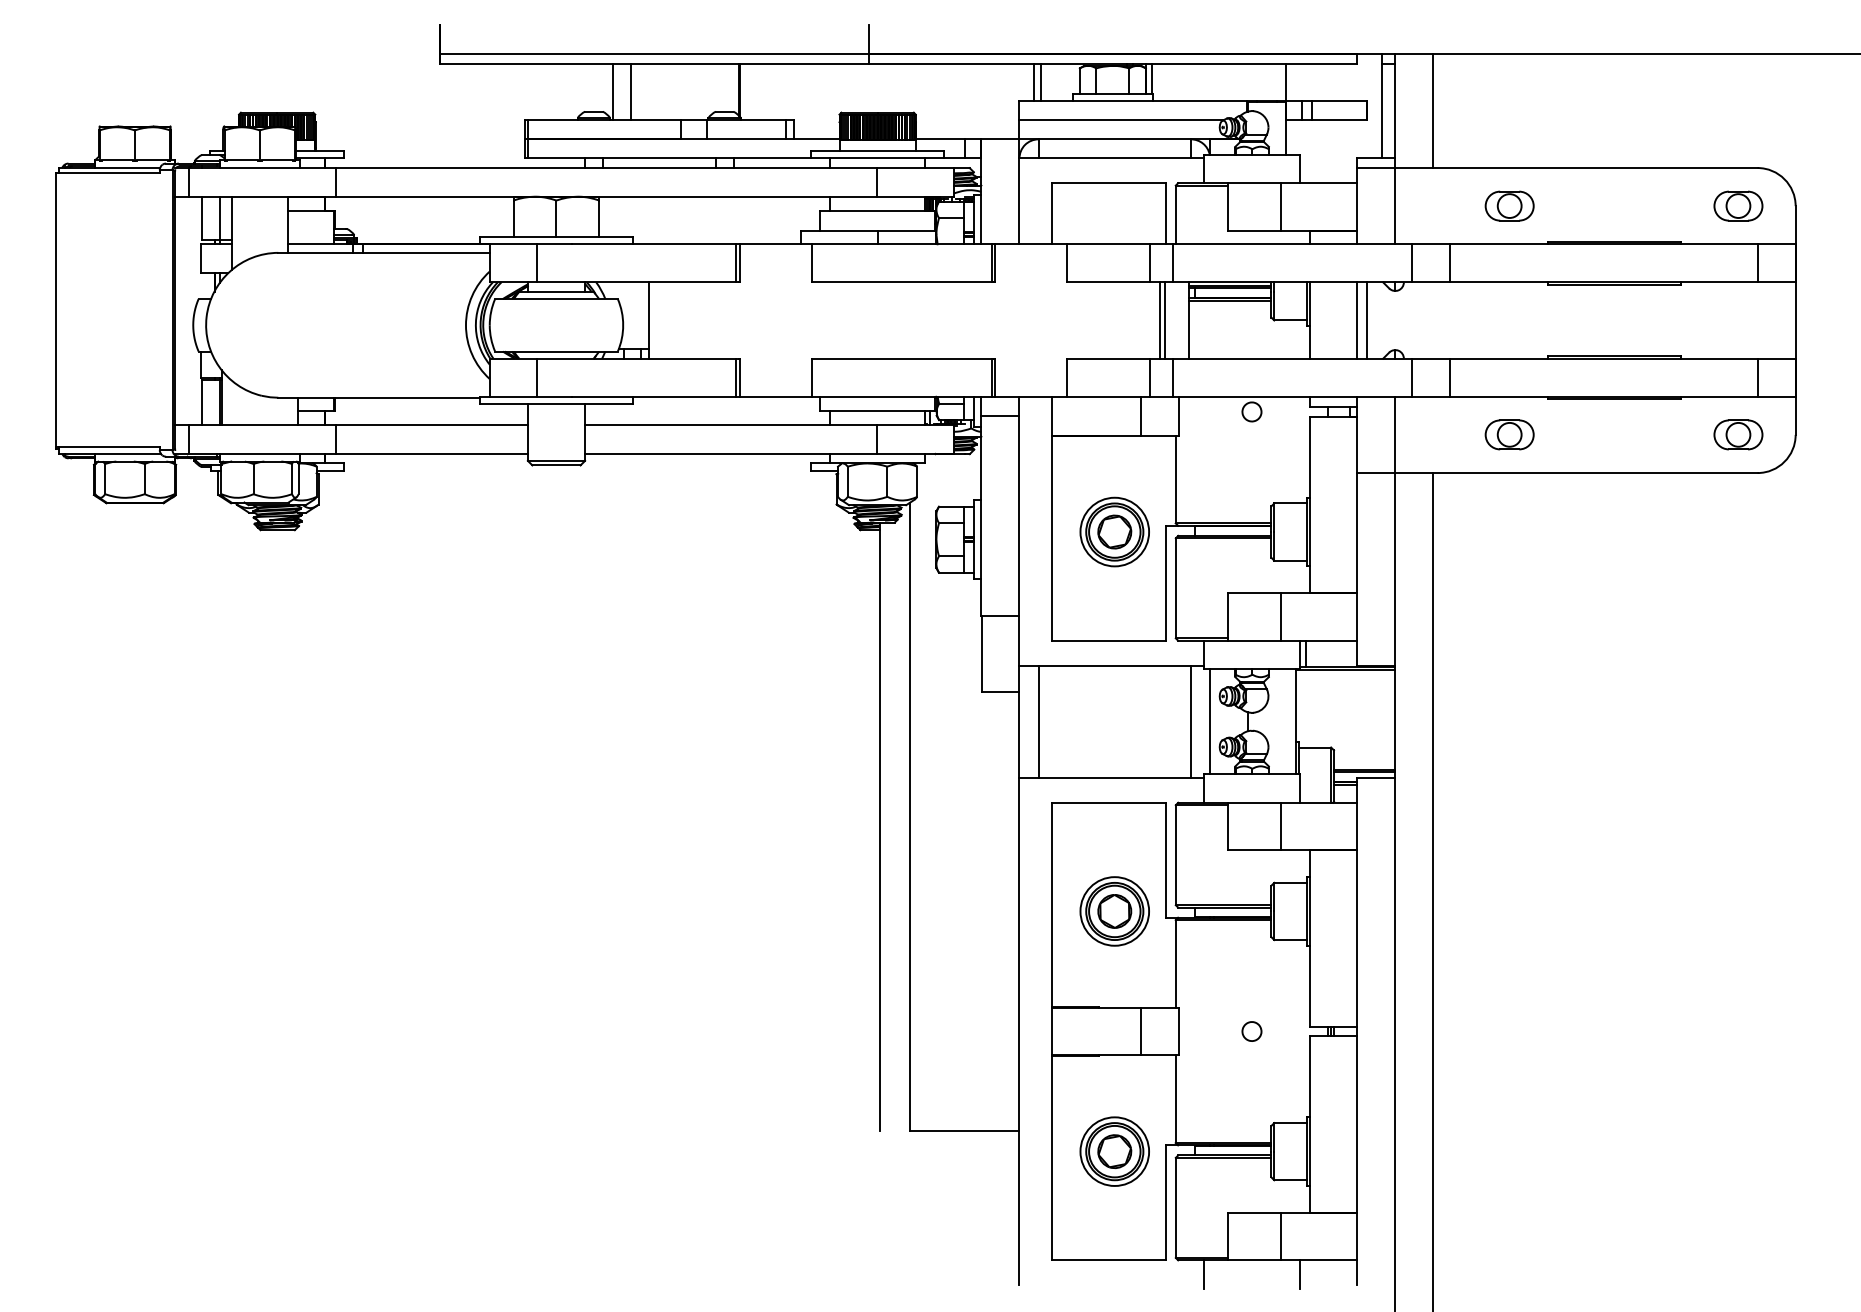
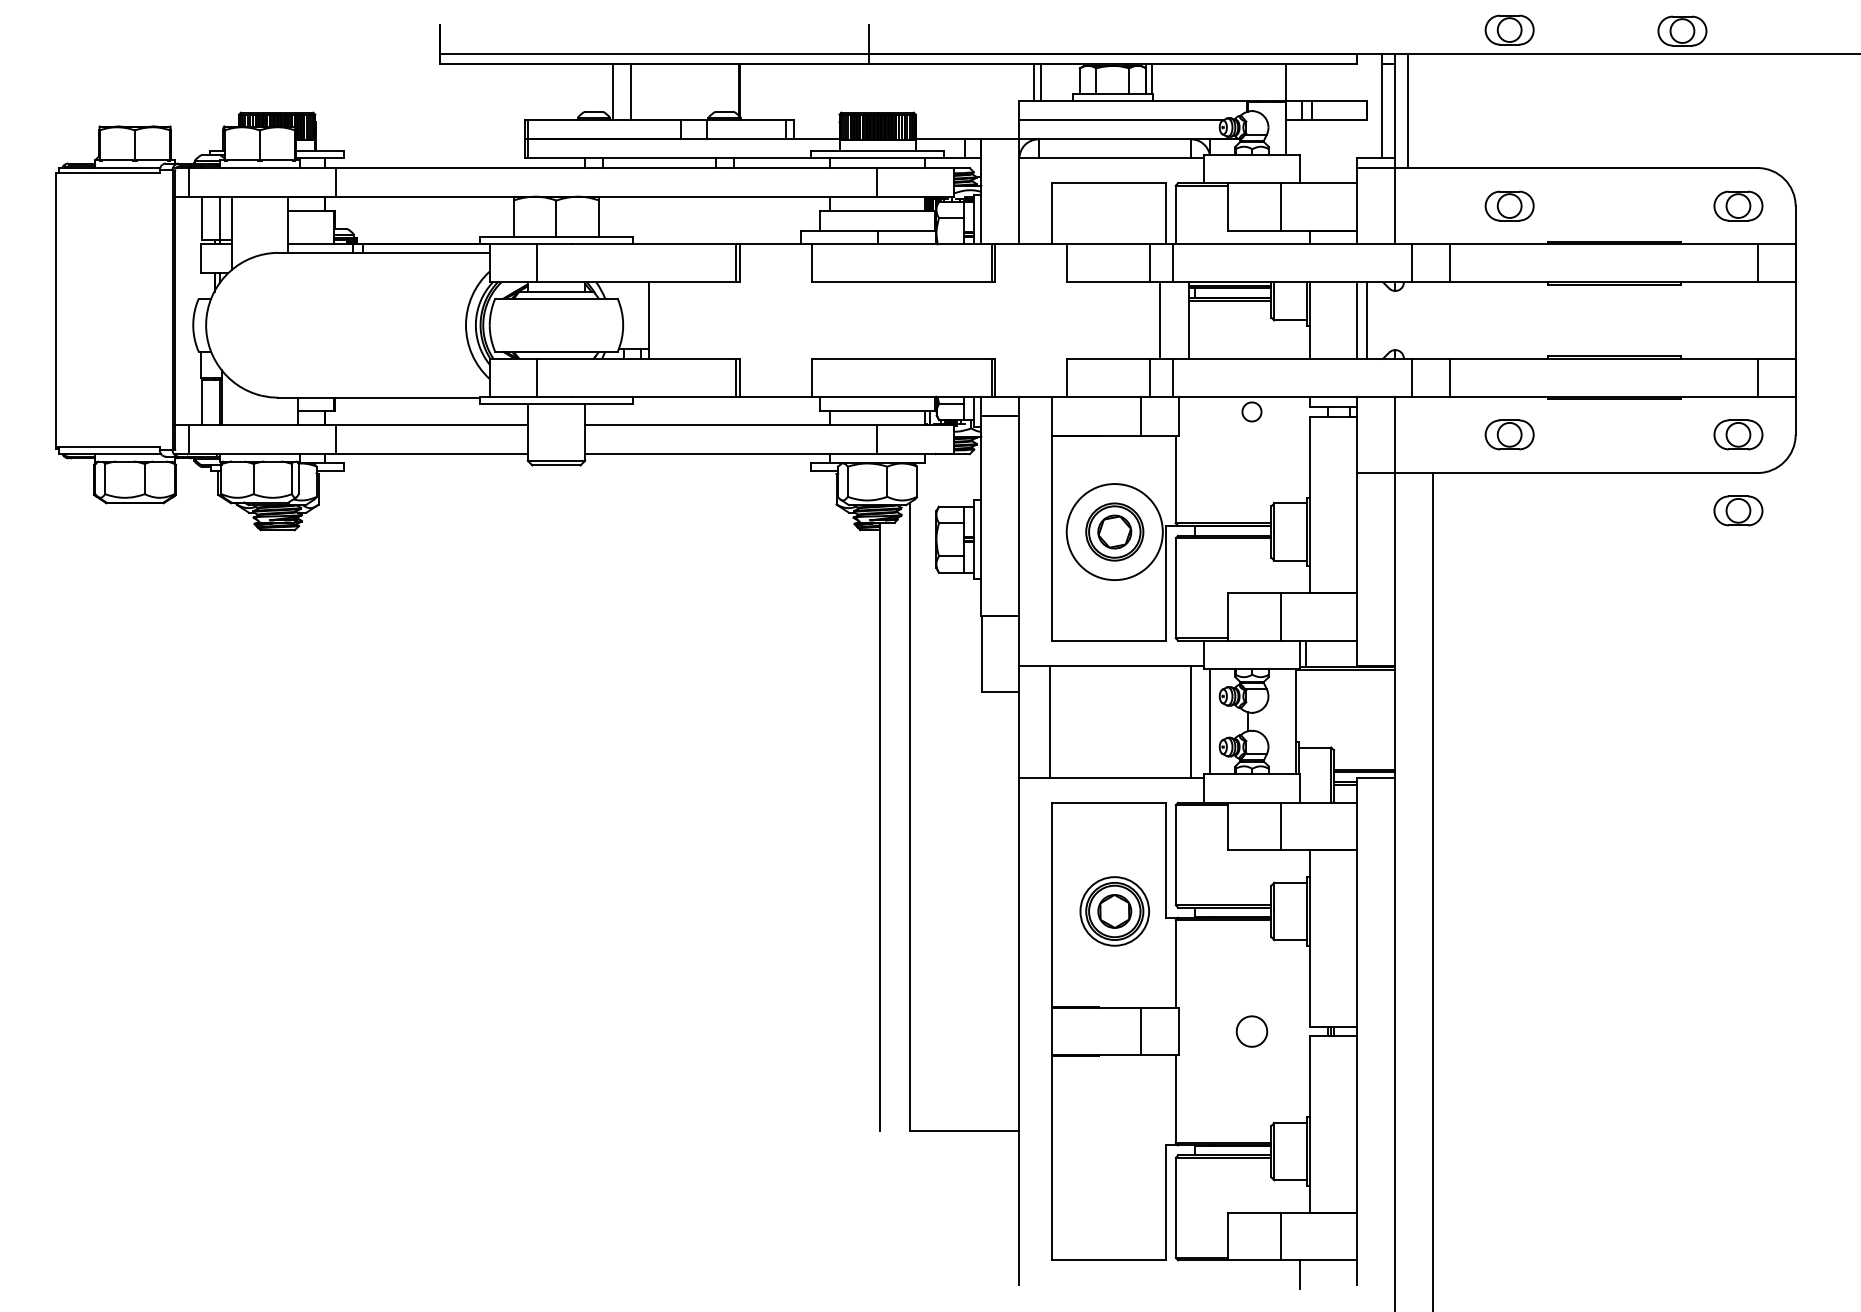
part at (1509, 29): none -> present
part at (1682, 30): none -> present
line at (1433, 110) position: (1433, 110) -> (1408, 110)
line at (1165, 320): present -> none
part at (1738, 510): none -> present
circle at (1114, 531) diameter: 69 px -> 96 px
line at (1038, 721) position: (1038, 721) -> (1049, 721)
part at (1251, 1031) size: 22x21 px -> 34x33 px
part at (1114, 1151): present -> none
line at (1204, 1274): present -> none
